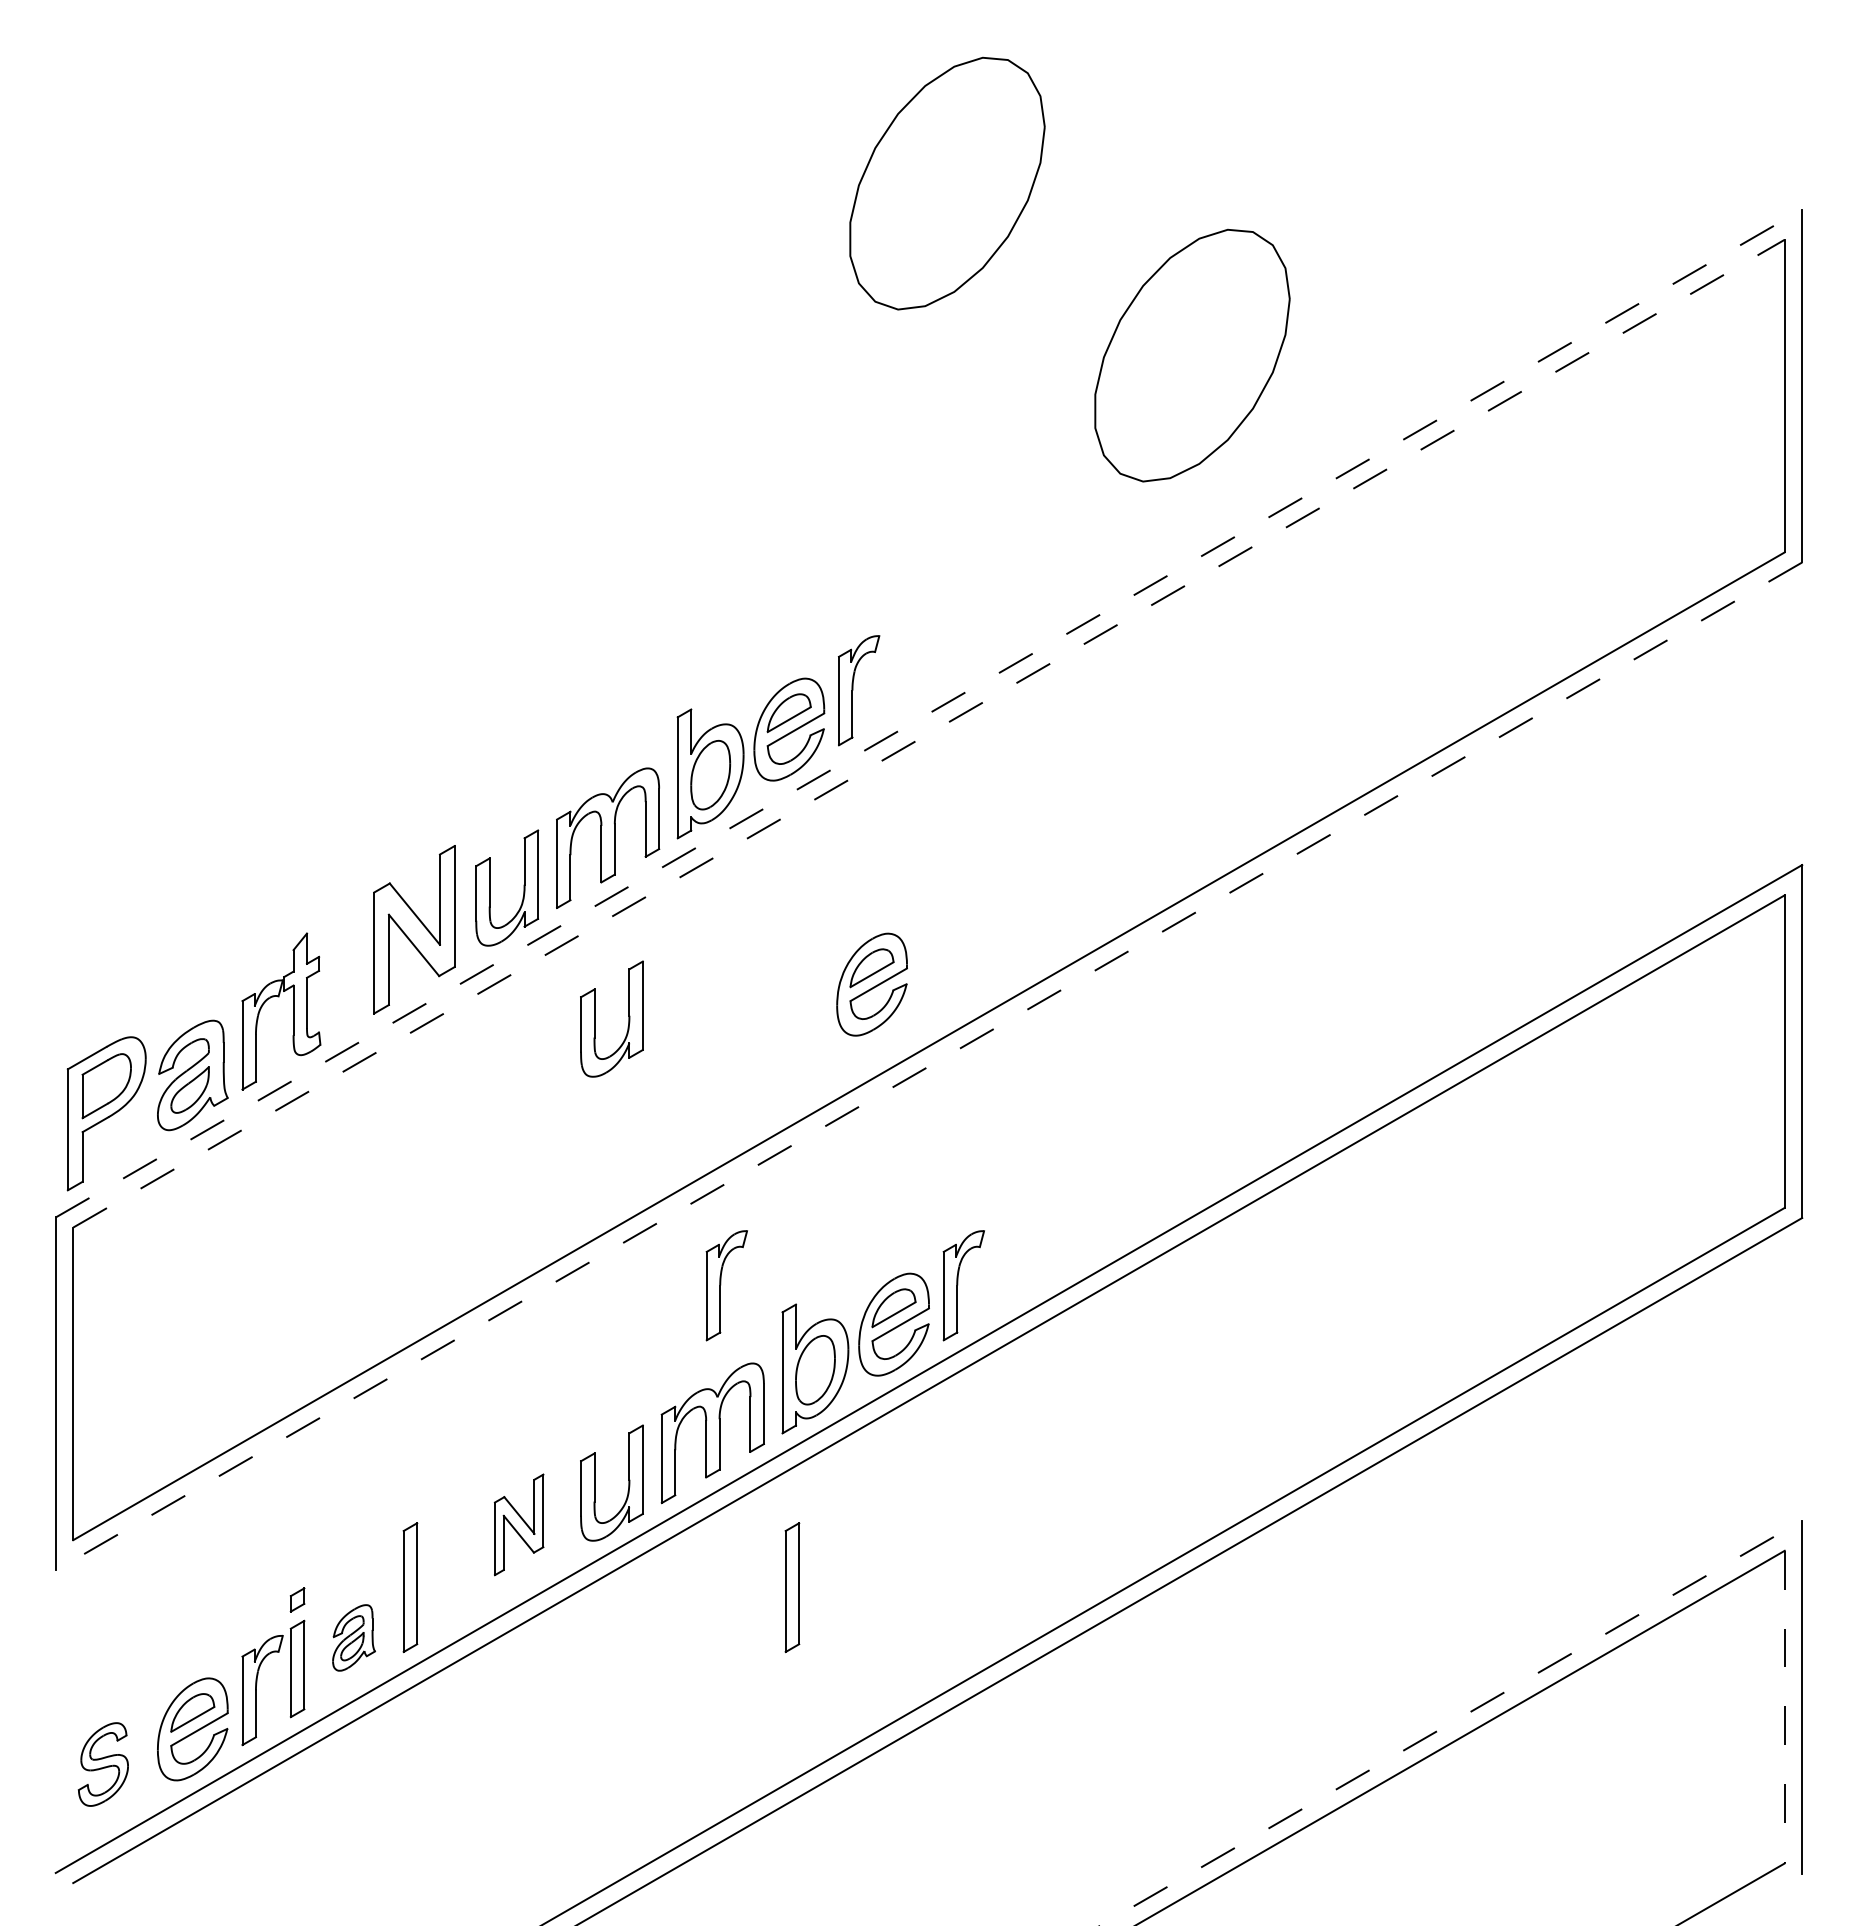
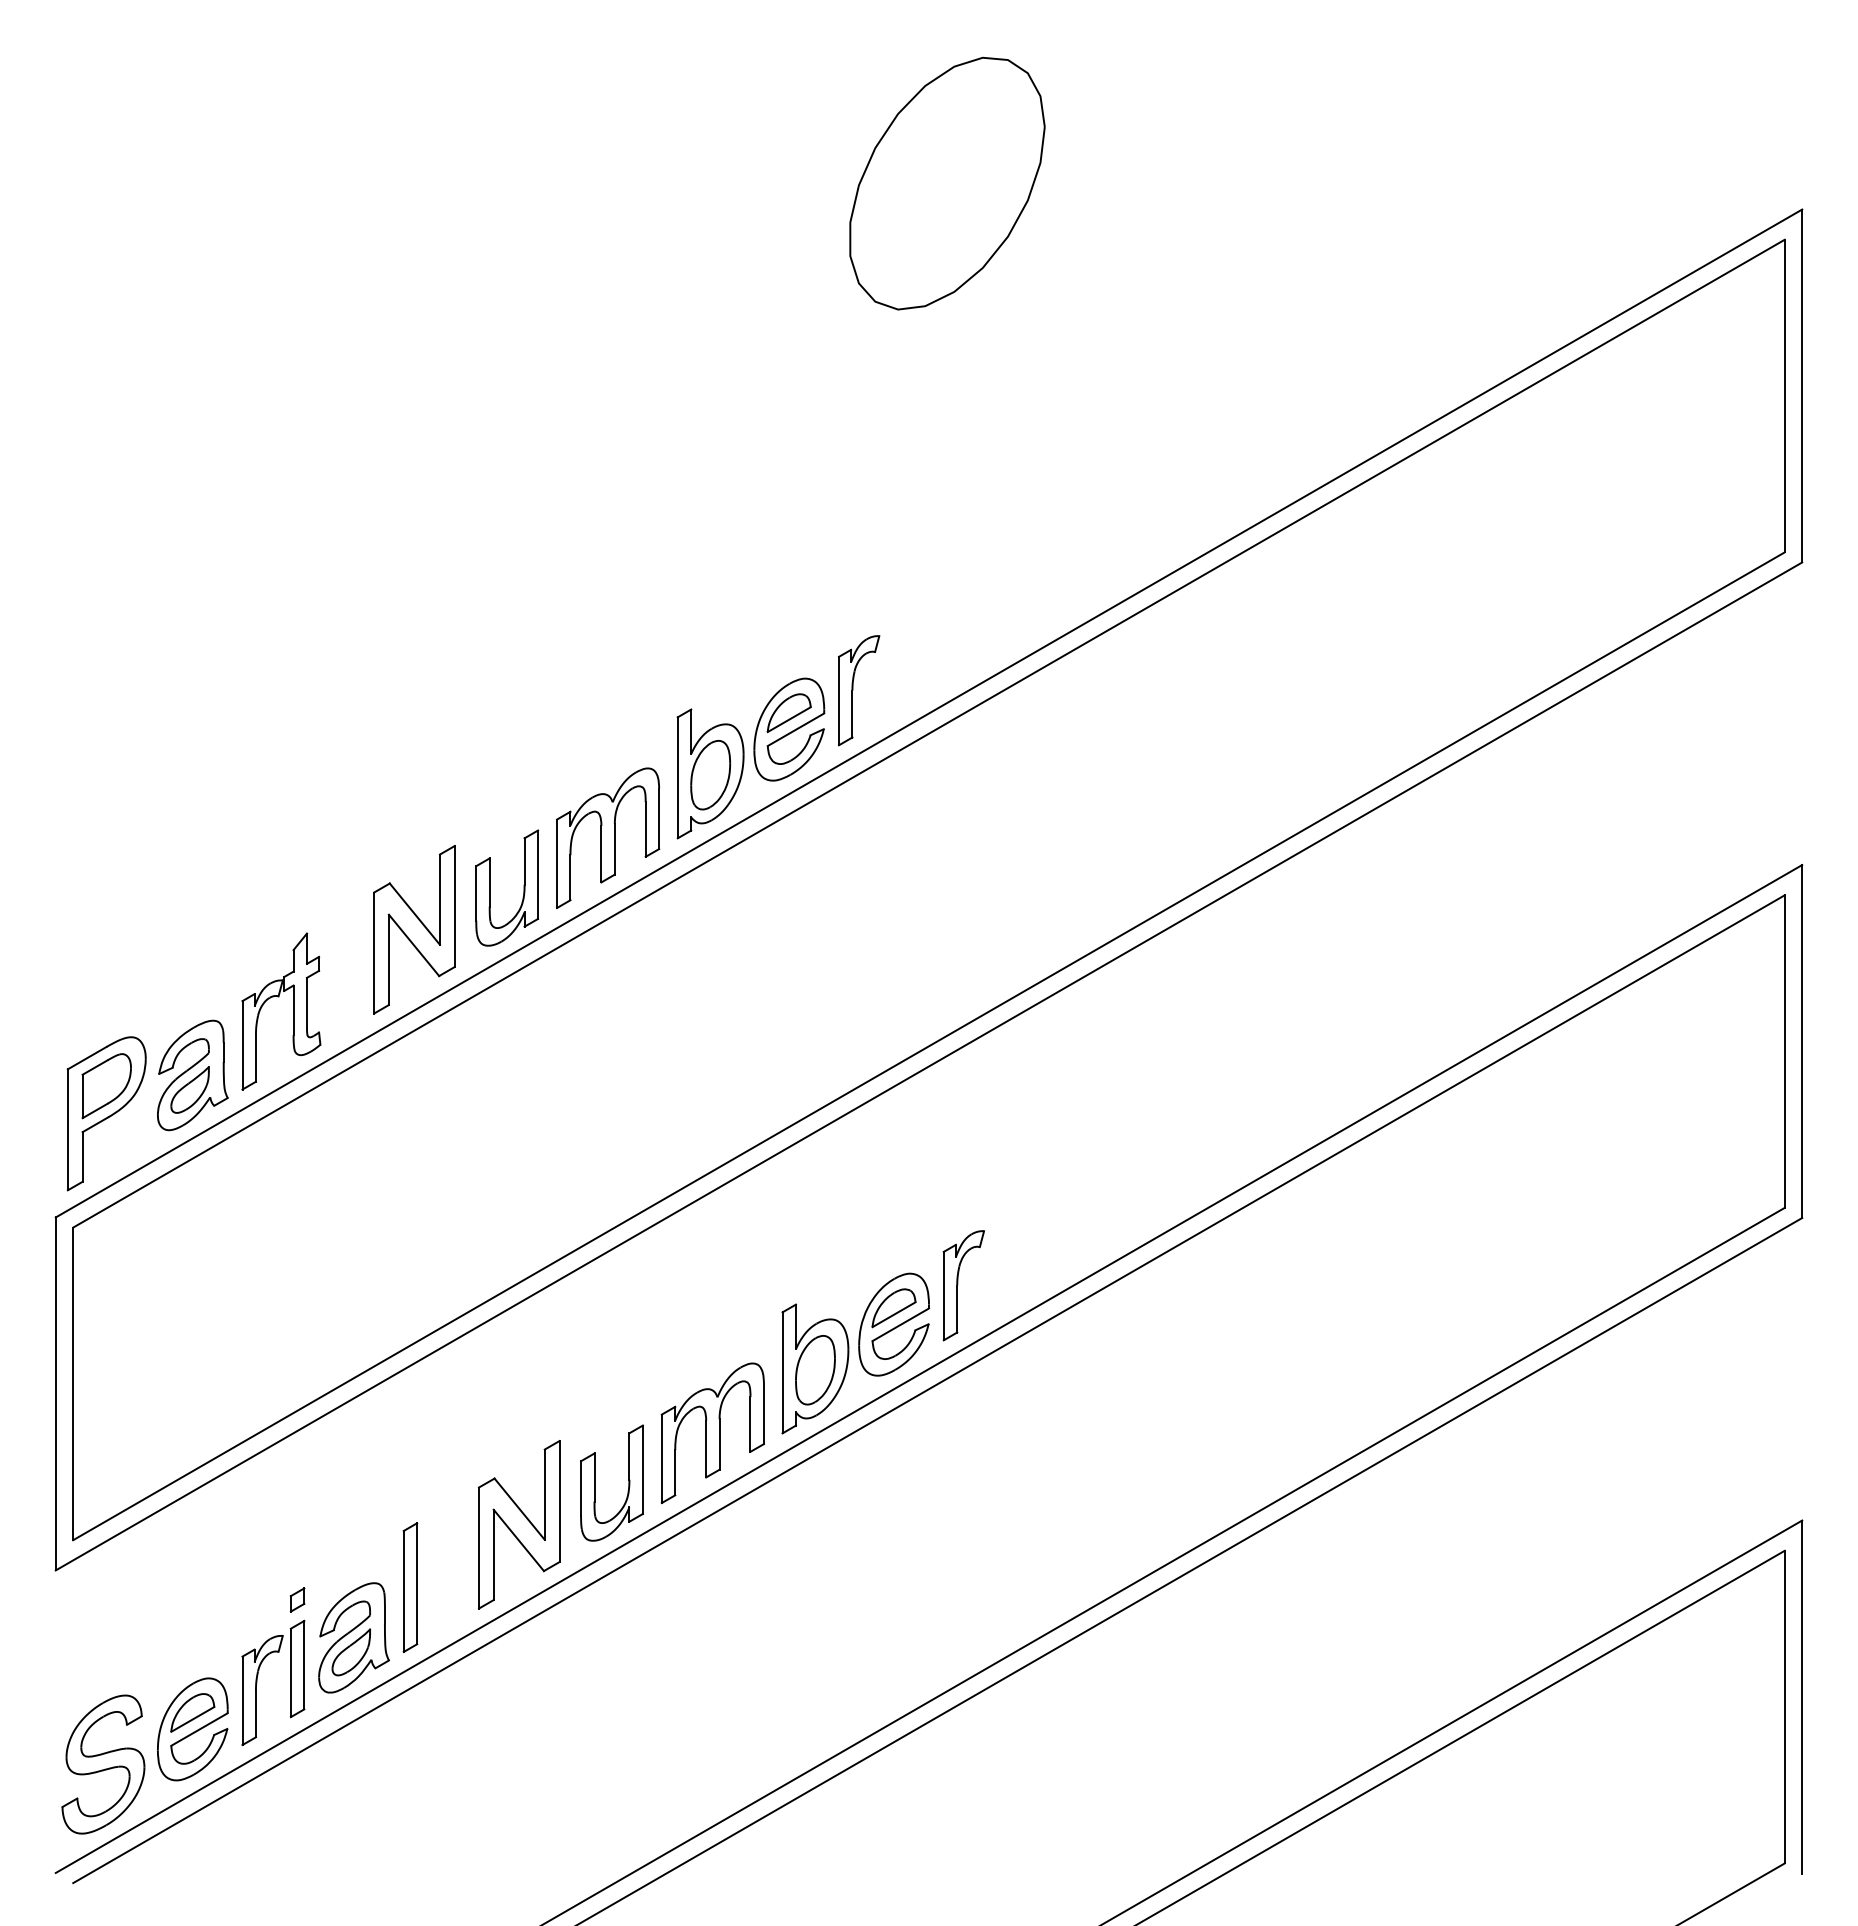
part at (1192, 355): present -> none
line at (929, 713): dashed -> solid
line at (929, 733): dashed -> solid
part at (871, 984): present -> none
part at (595, 1018): present -> none
line at (928, 1066): dashed -> solid
part at (726, 1285): present -> none
part at (518, 1524) size: 52x104 px -> 84x170 px
part at (792, 1587): present -> none
part at (353, 1637) size: 44x68 px -> 72x112 px
line at (1784, 1707): dashed -> solid
line at (1451, 1722): dashed -> solid
part at (102, 1764) size: 52x85 px -> 85x141 px
